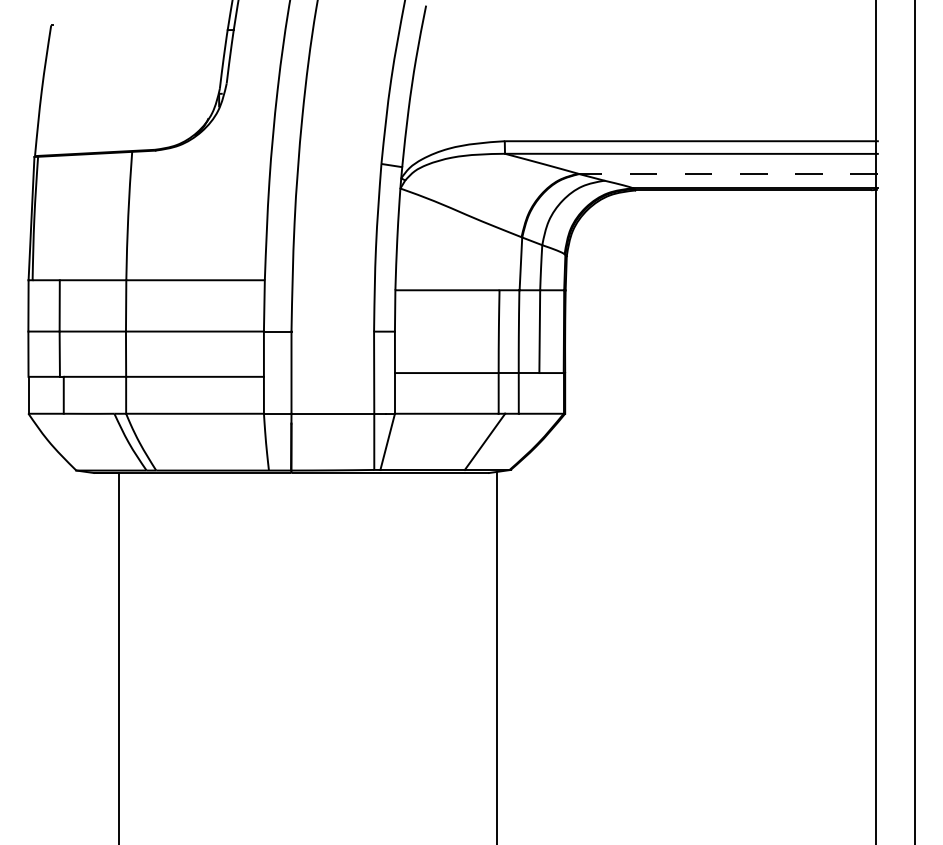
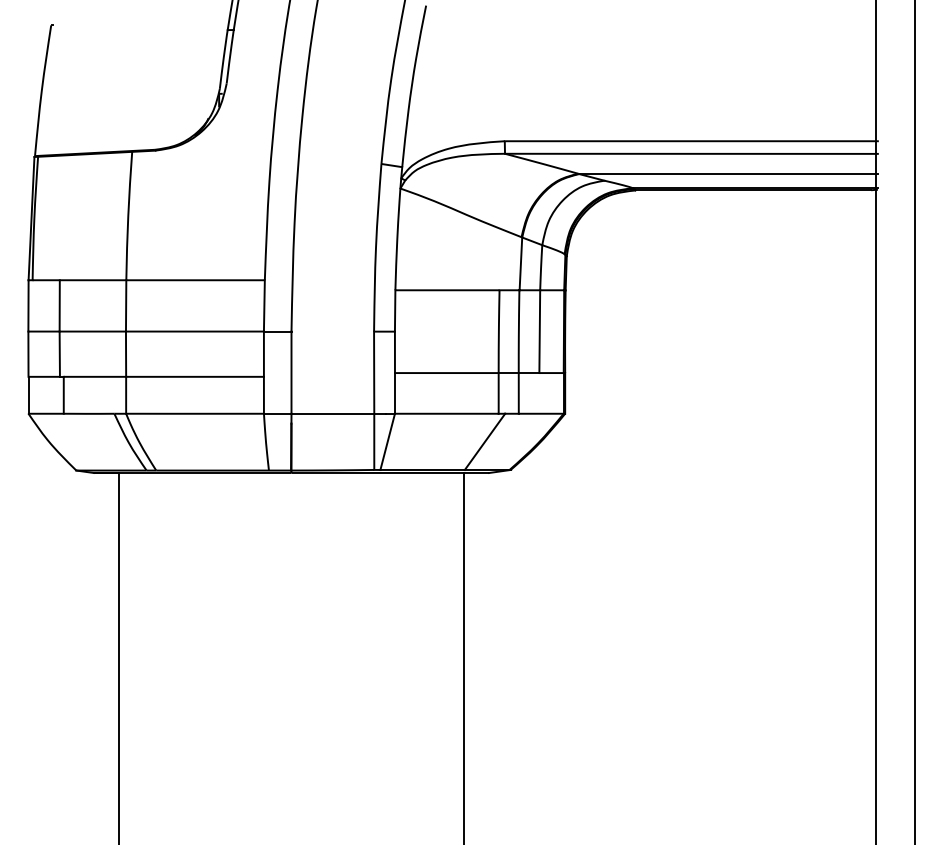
line at (728, 173): dashed -> solid
line at (496, 656) position: (496, 656) -> (463, 656)
